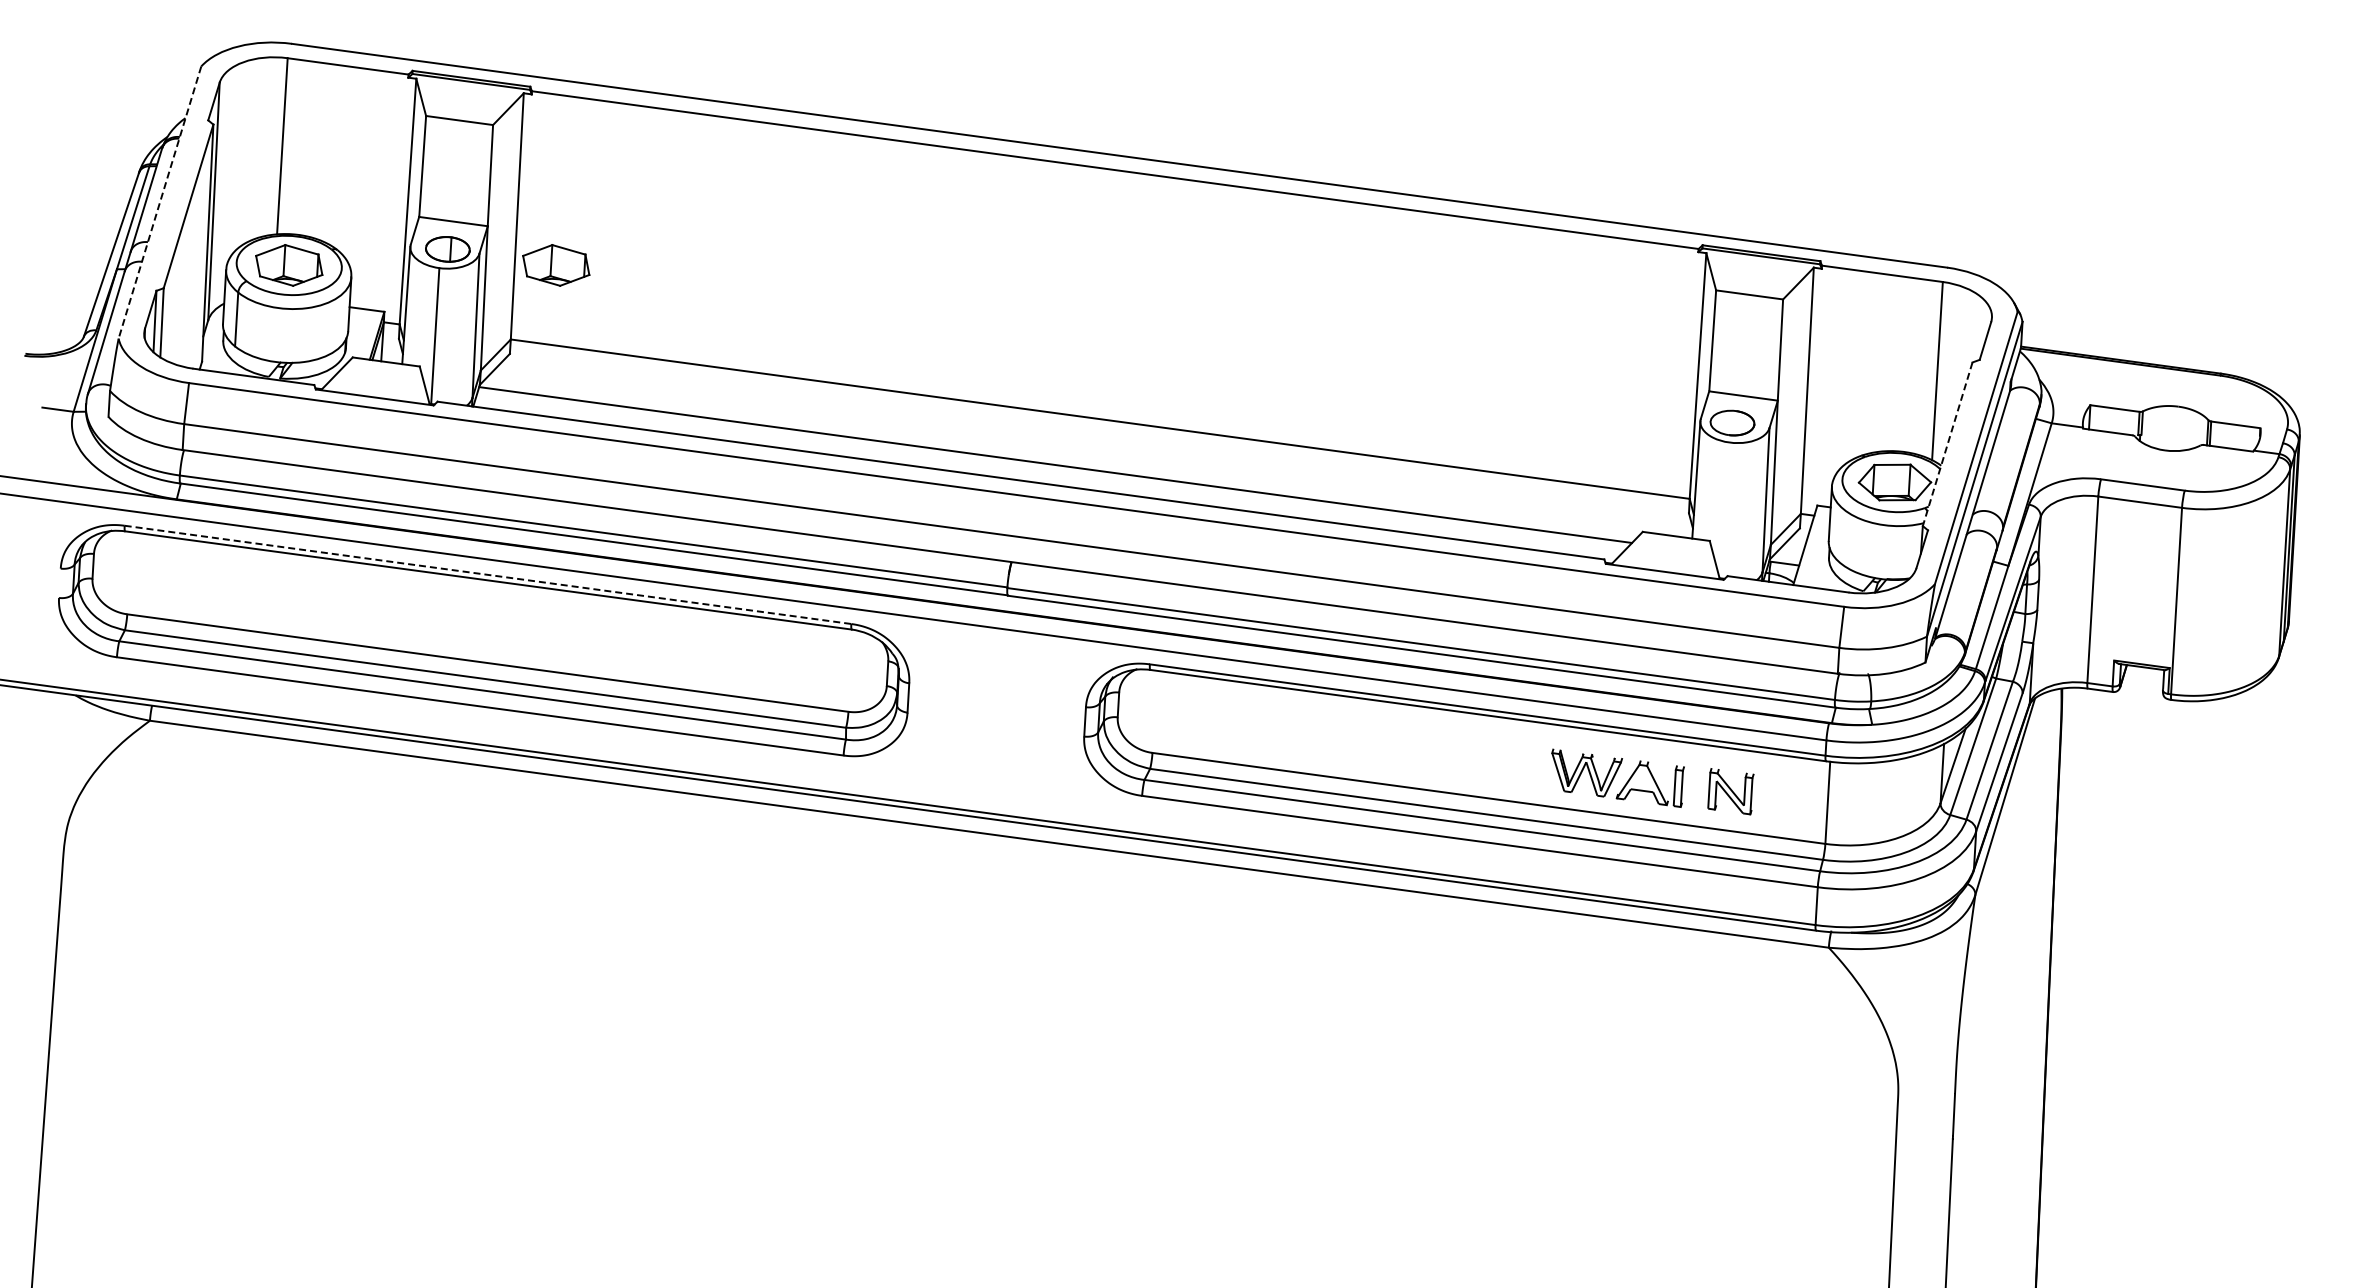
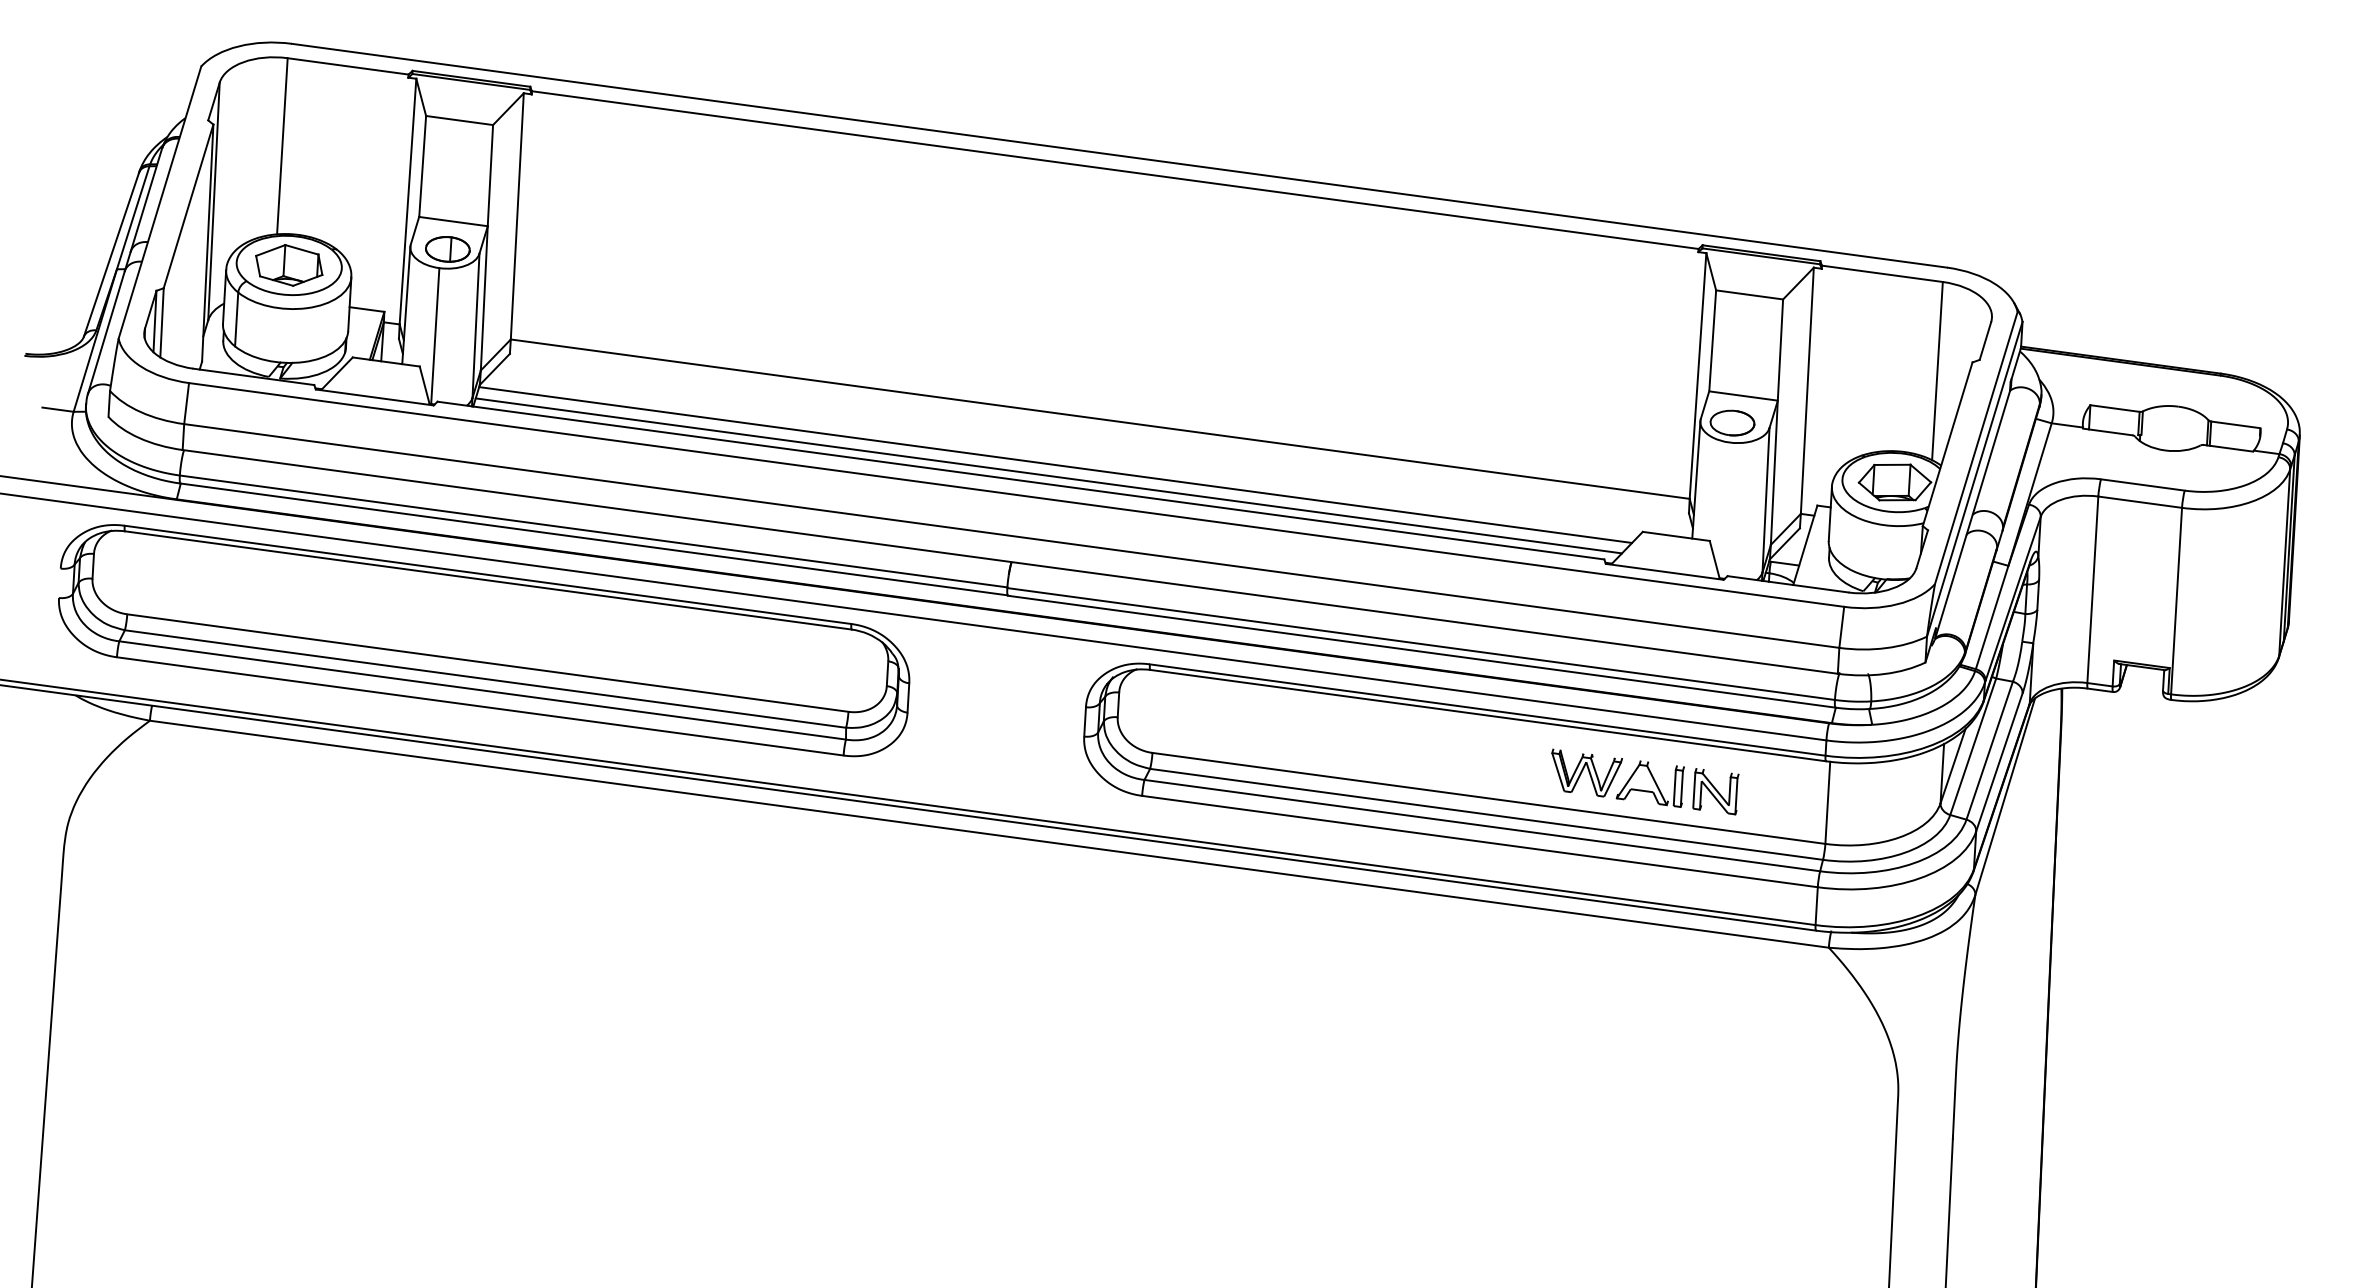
line at (159, 203): dashed -> solid
part at (556, 265): present -> none
line at (1947, 444): dashed -> solid
line at (1048, 475): none -> present
line at (488, 574): dashed -> solid
part at (1730, 791) position: (1730, 791) -> (1715, 791)
